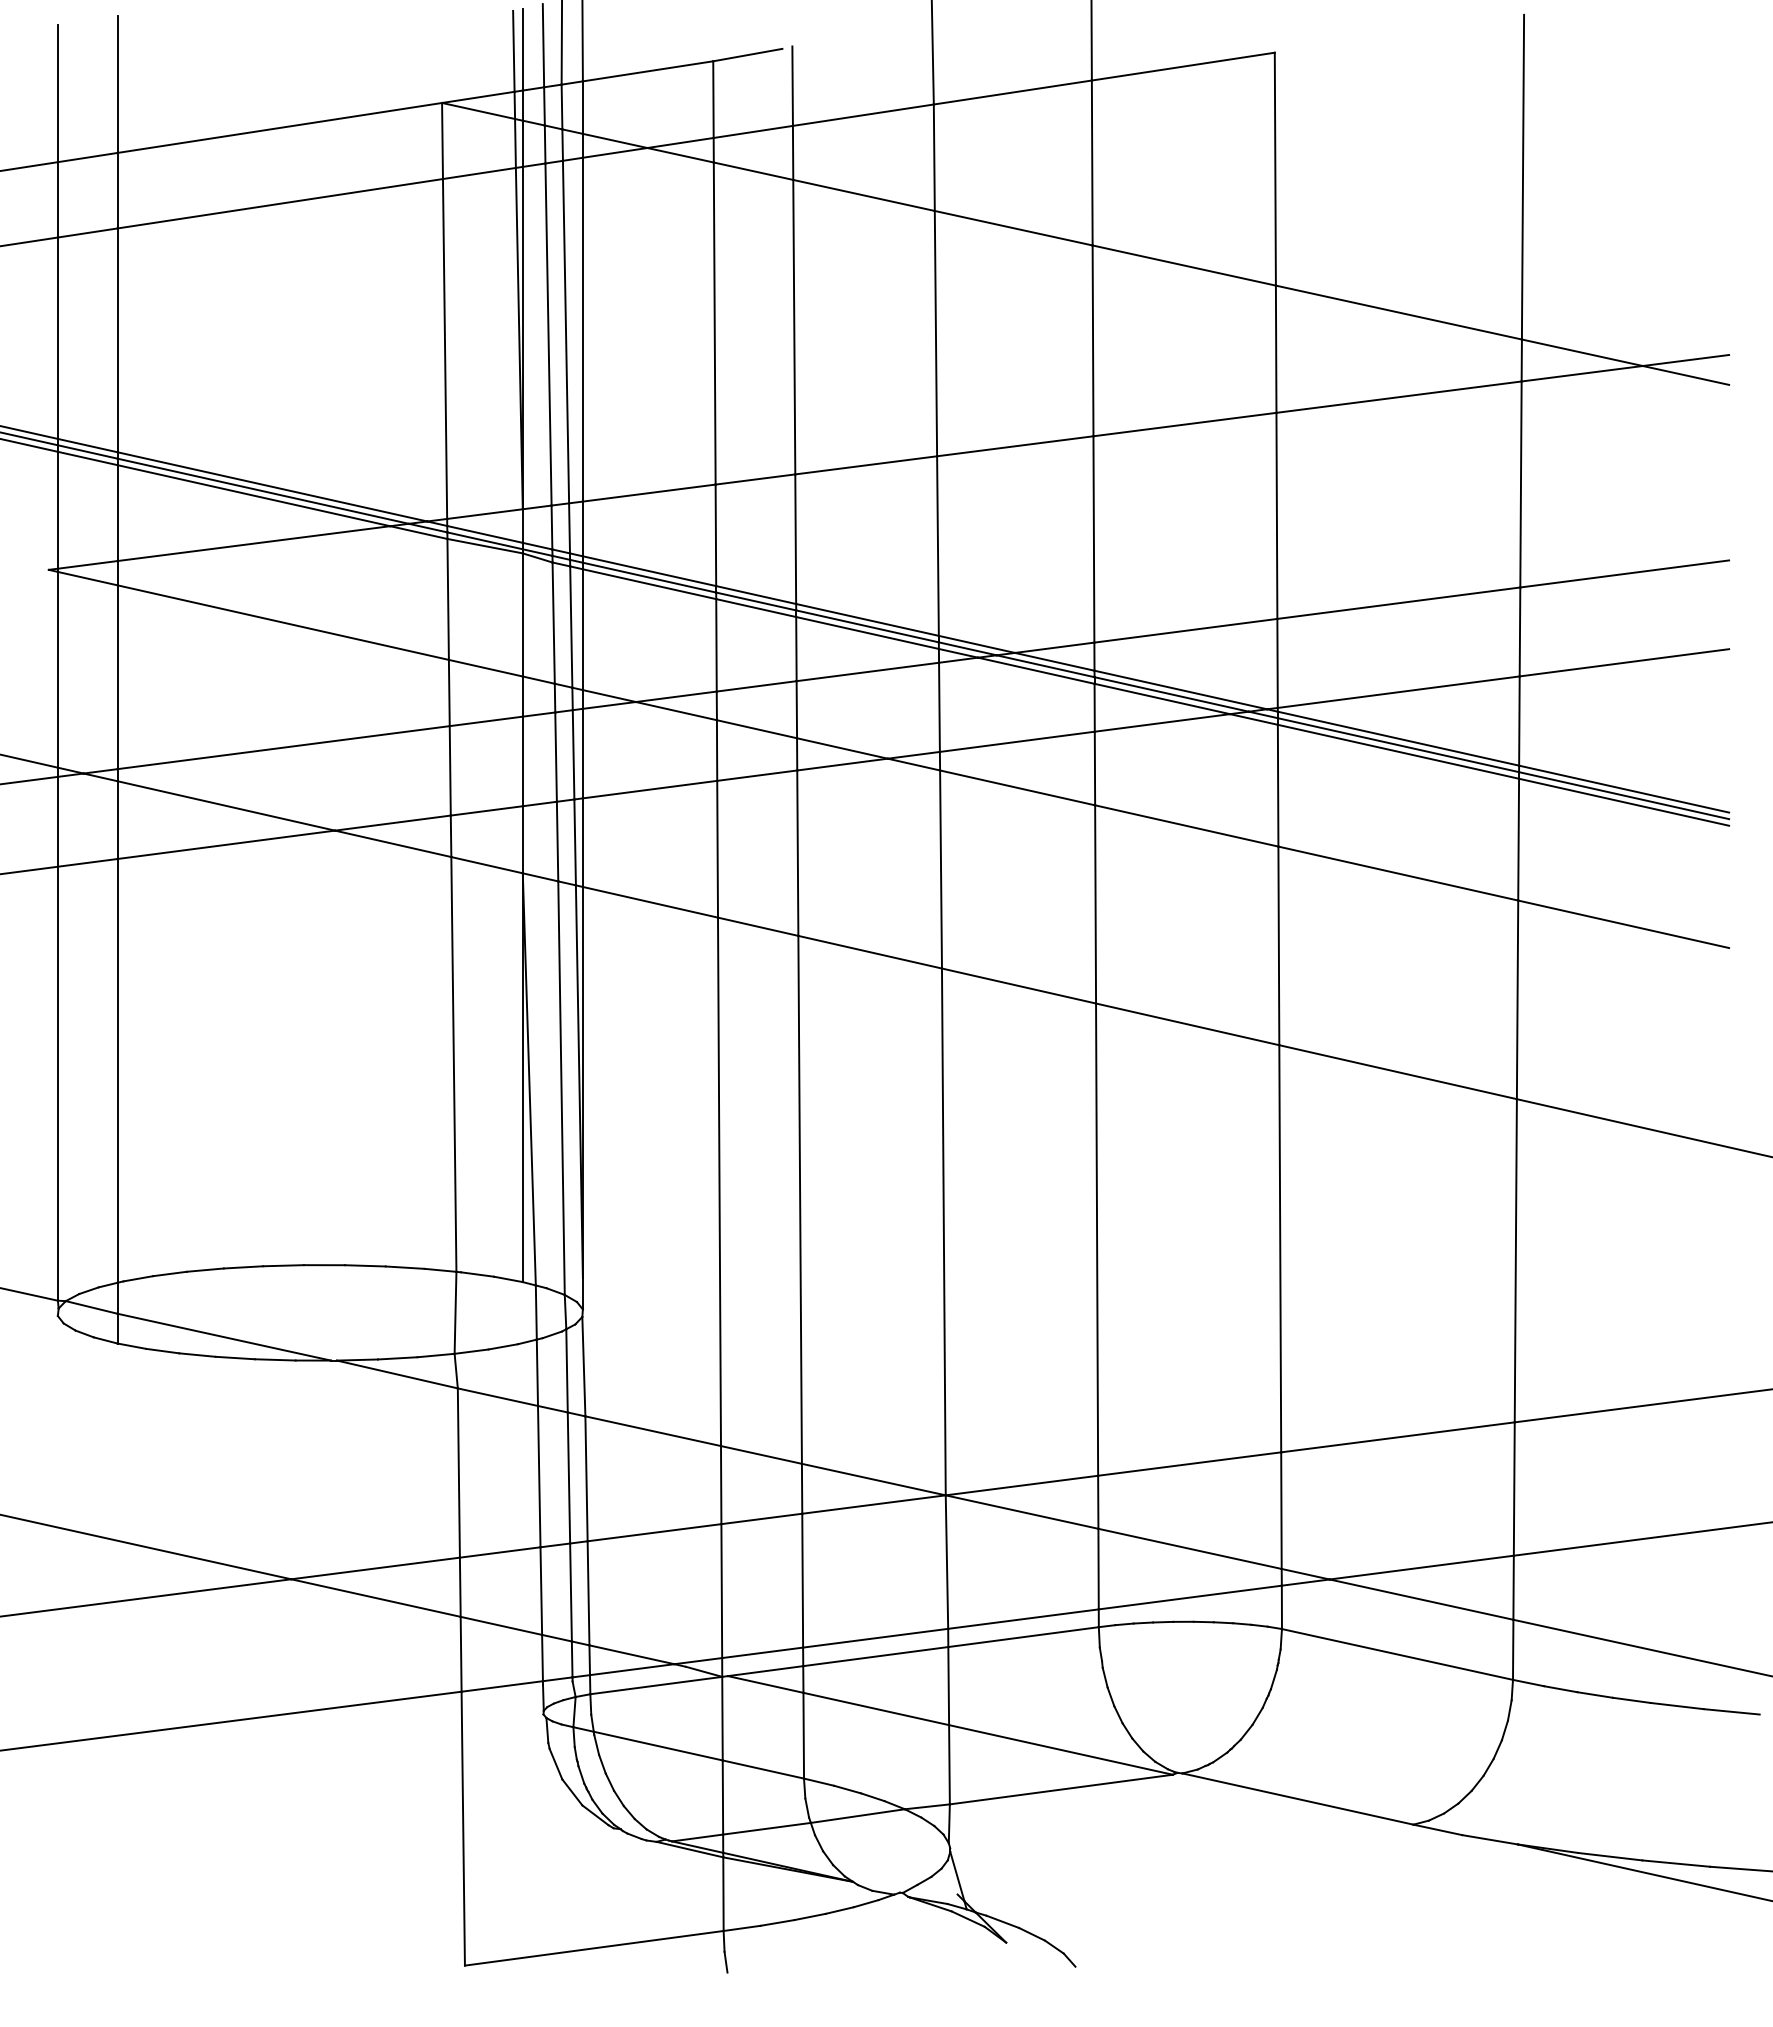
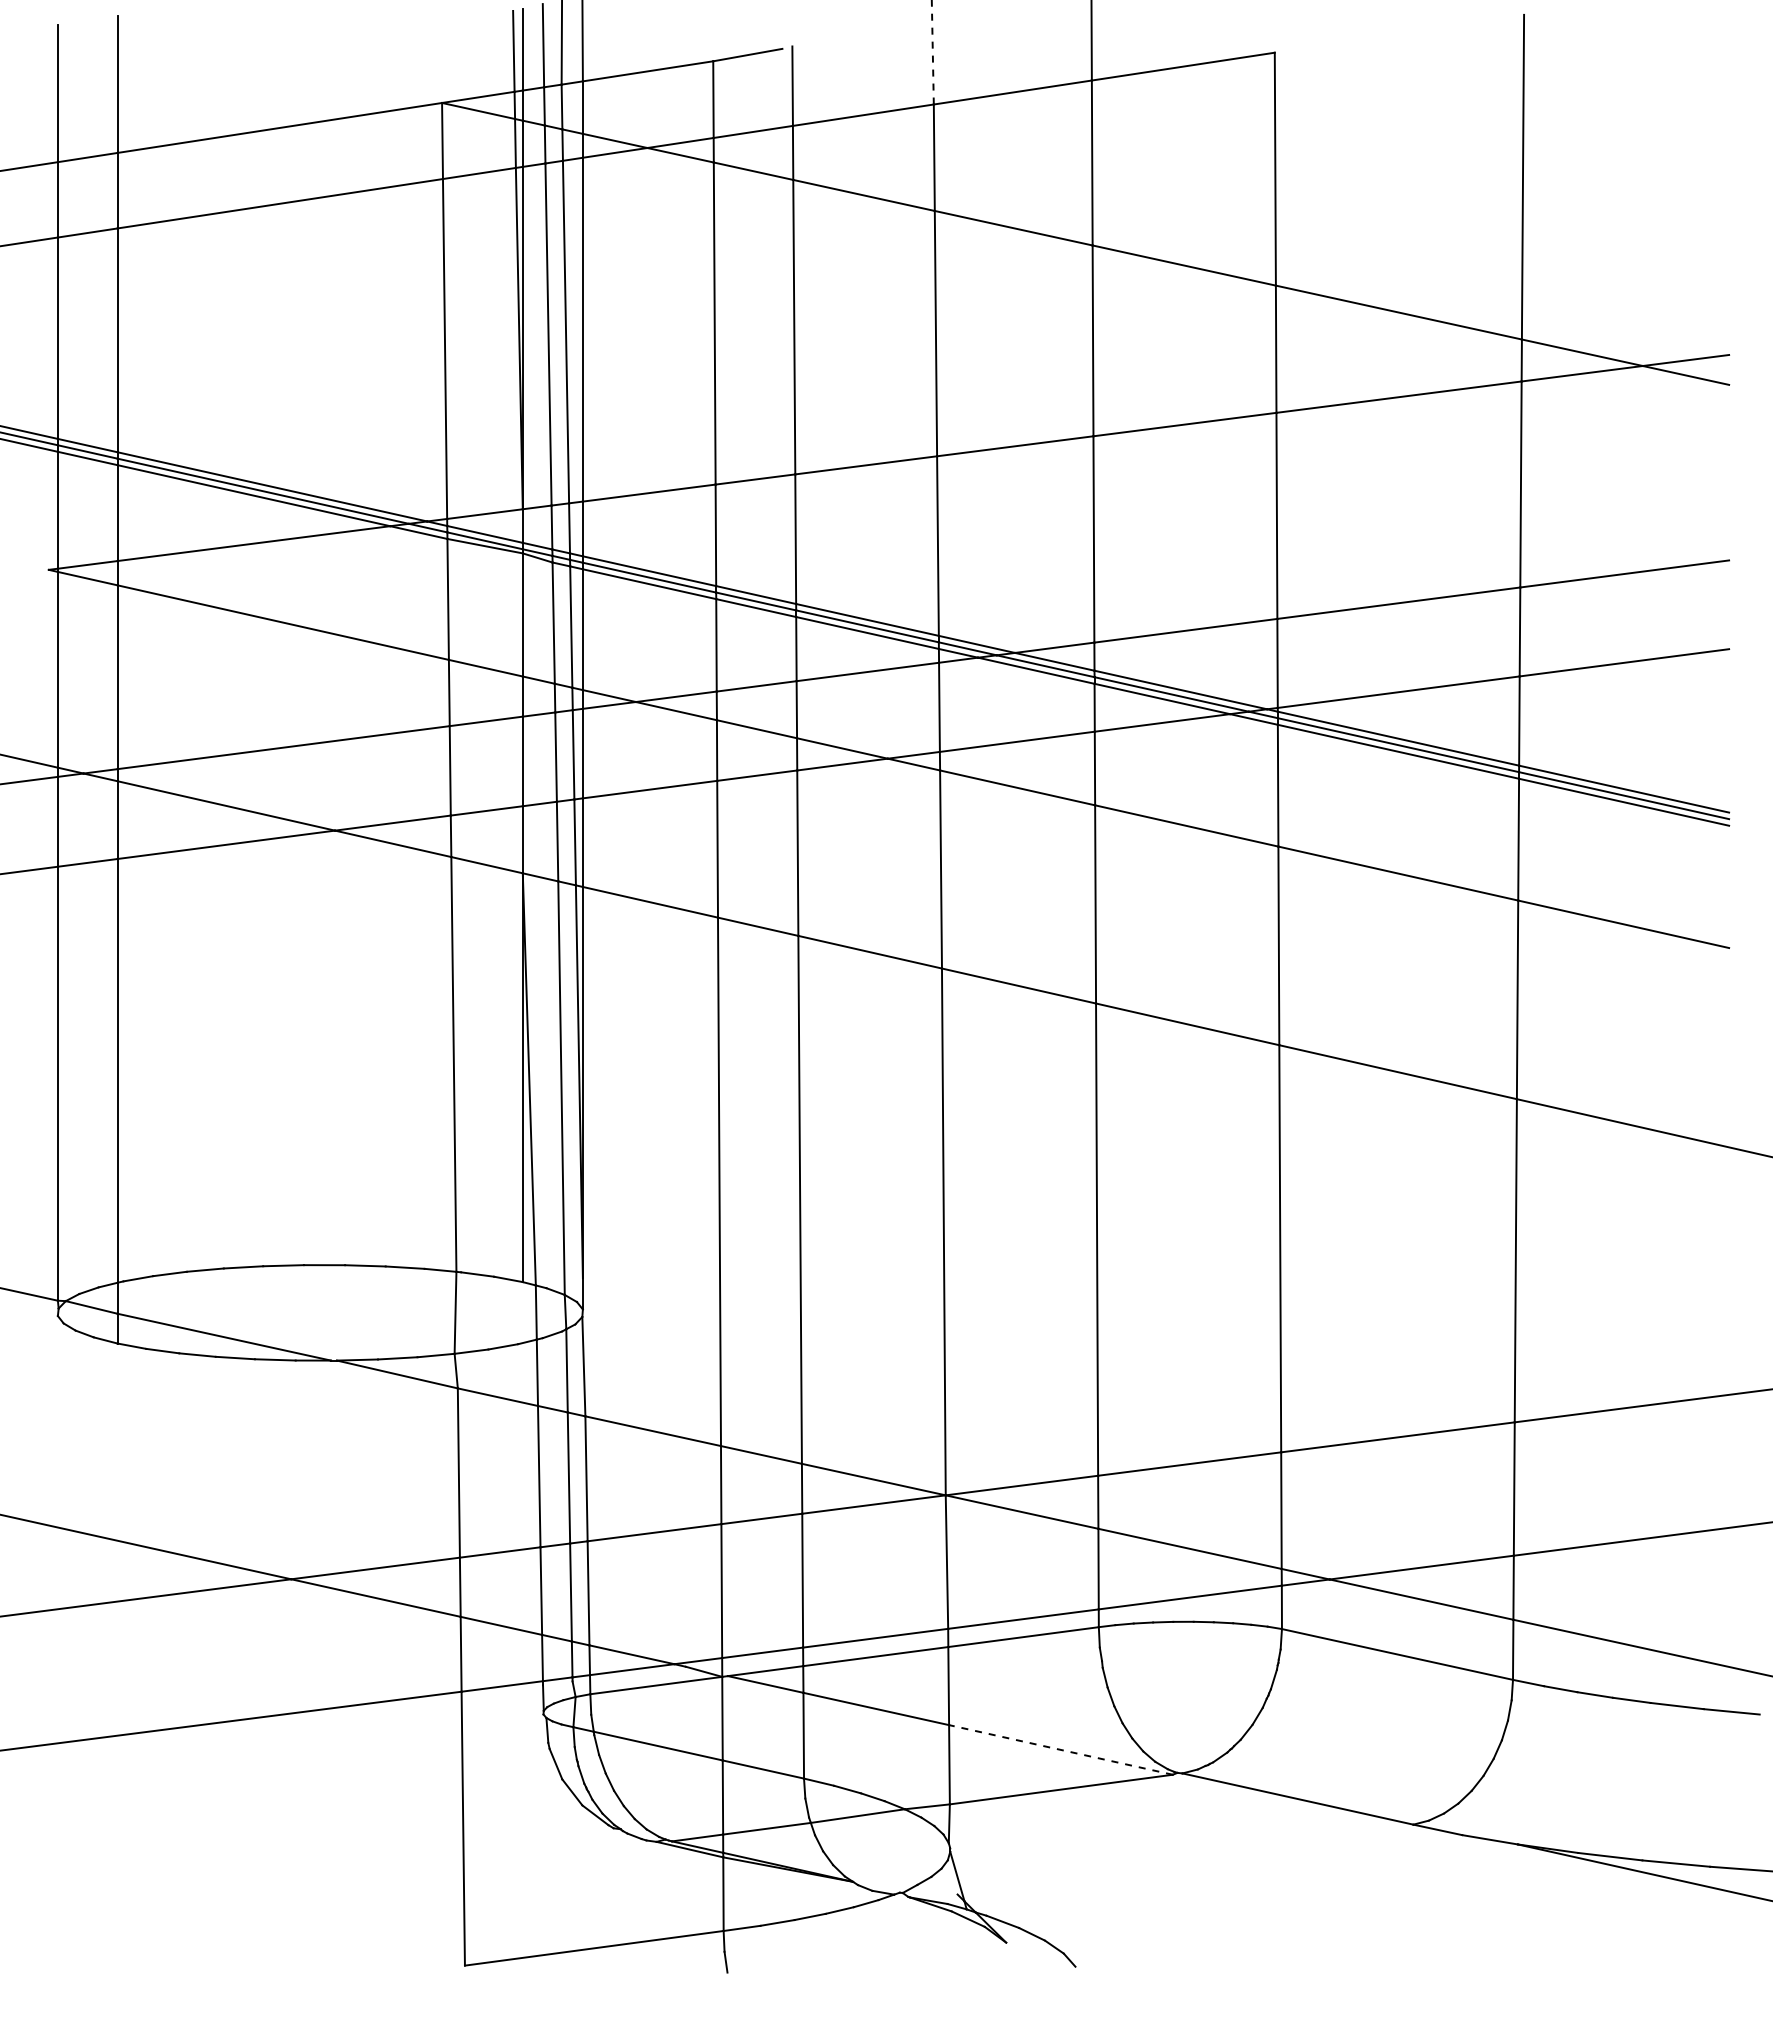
line at (932, 51): solid -> dashed
line at (1060, 1749): solid -> dashed
